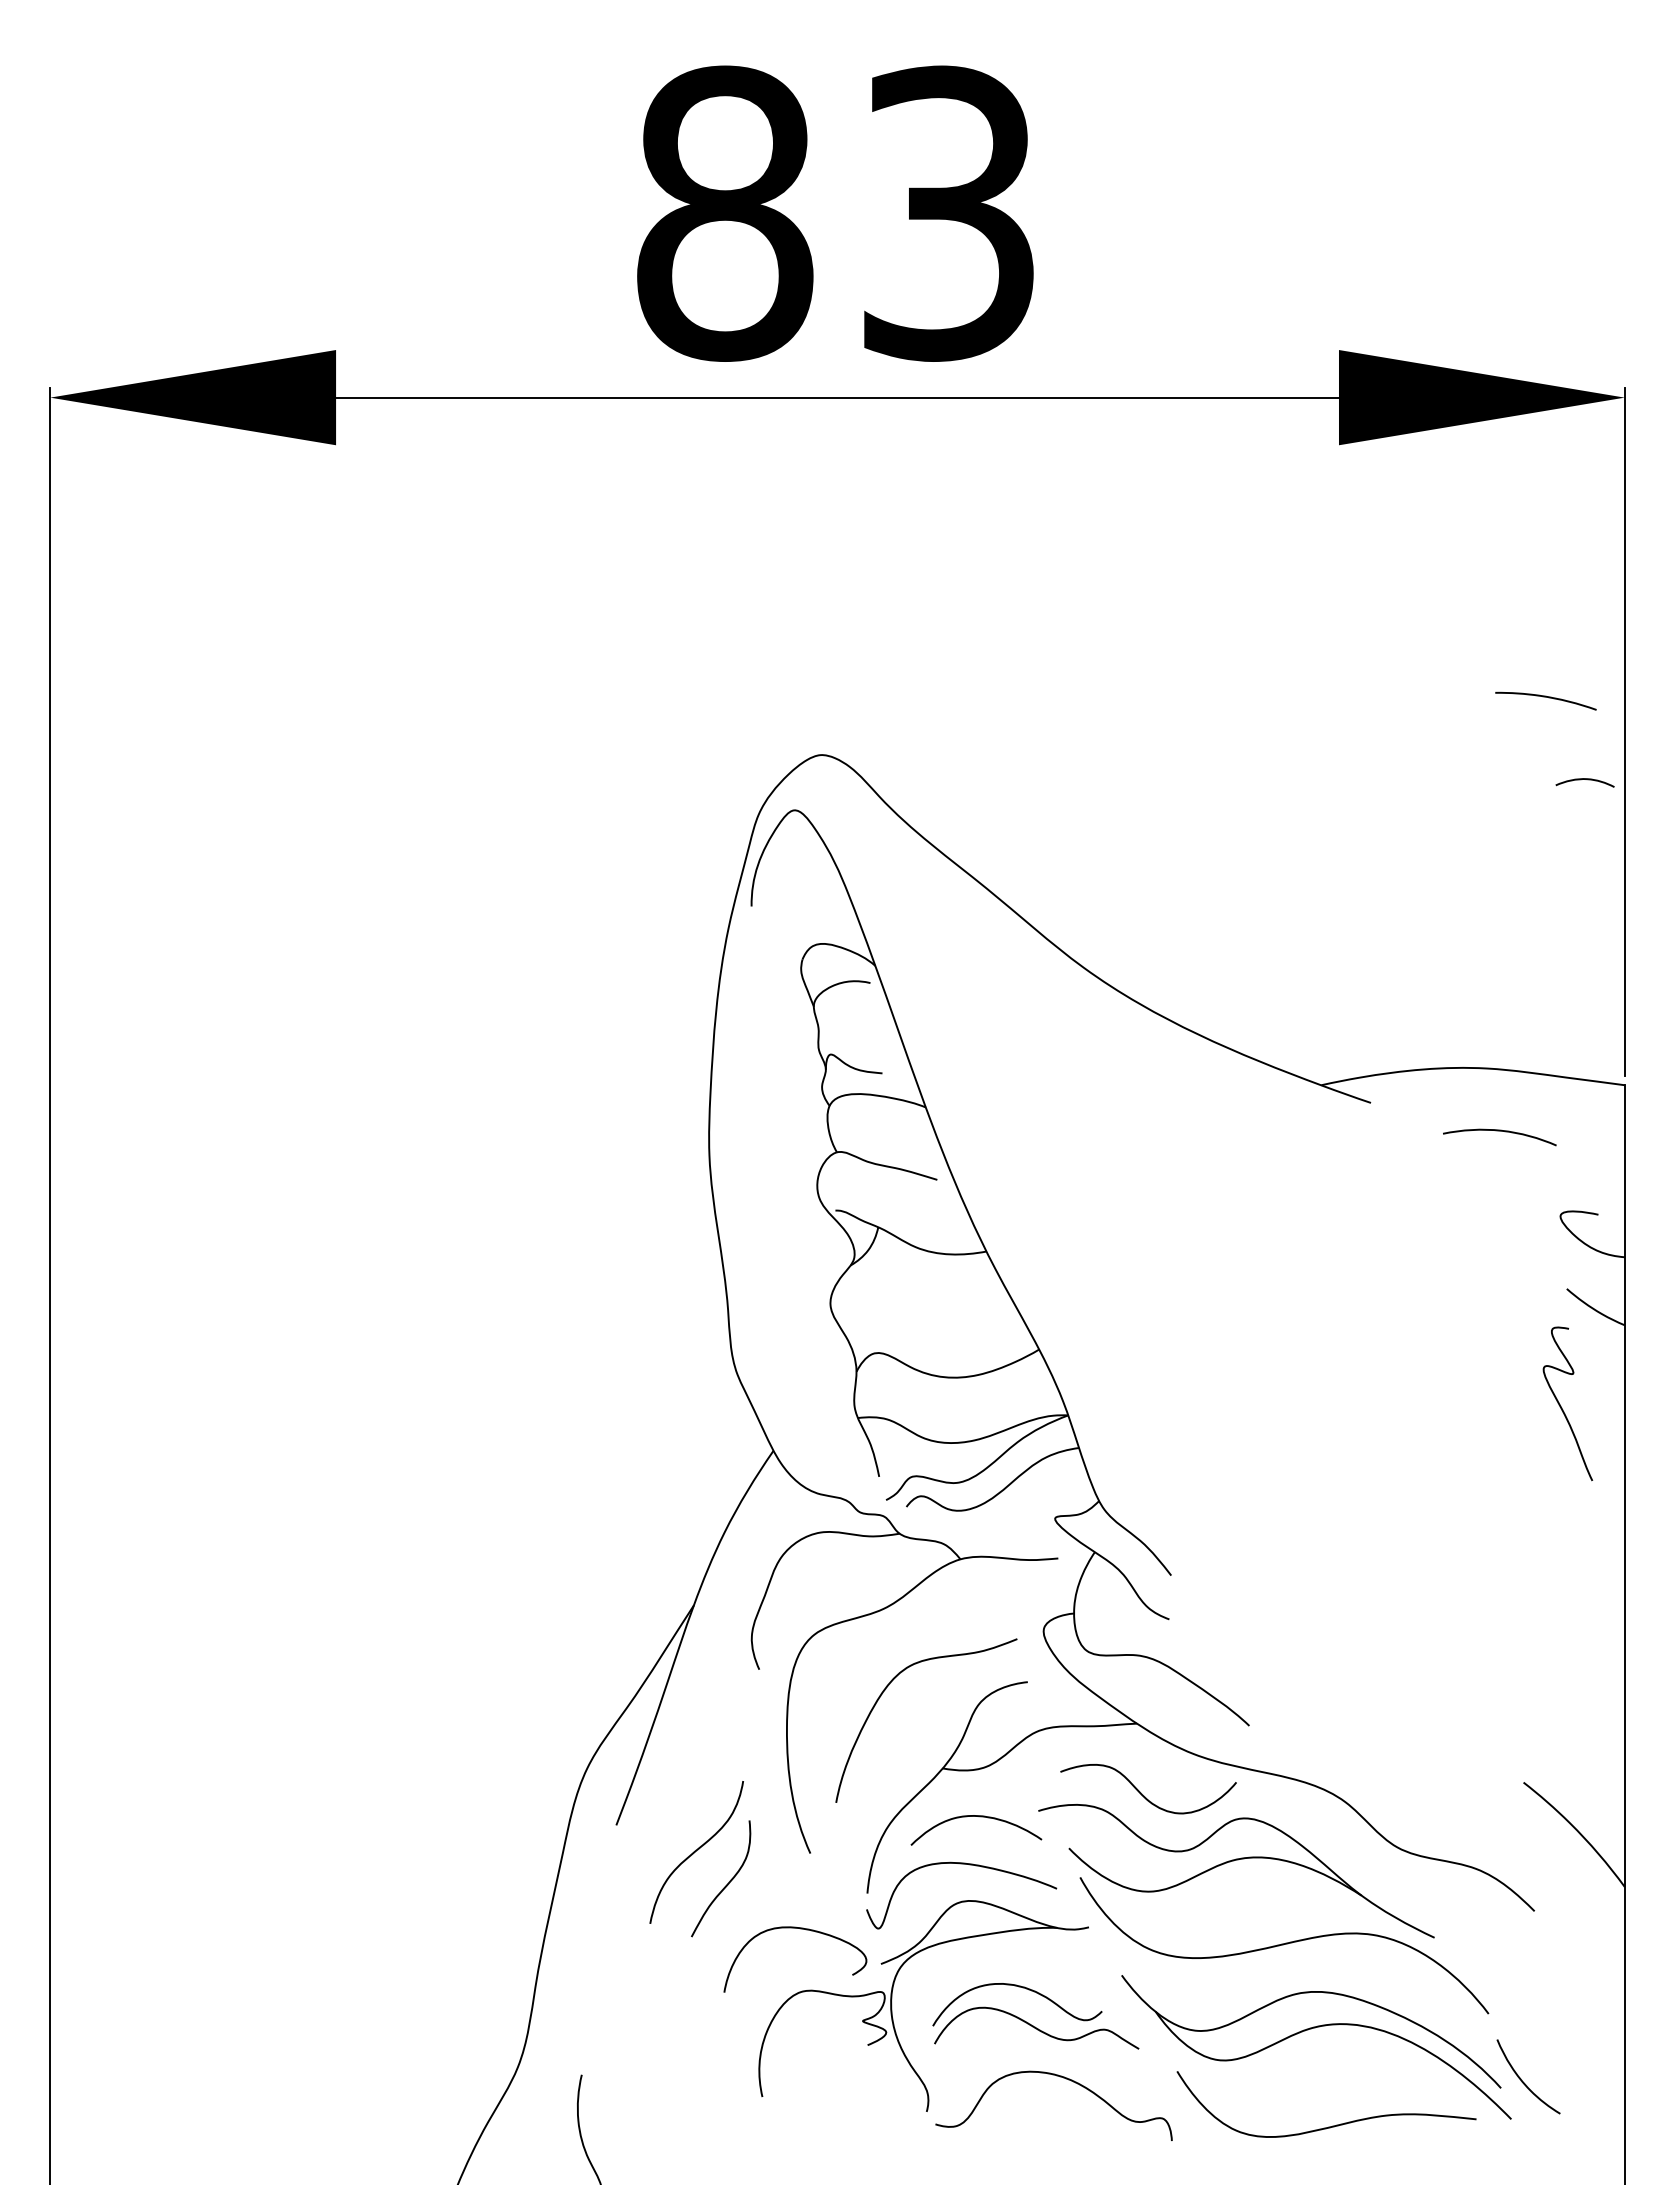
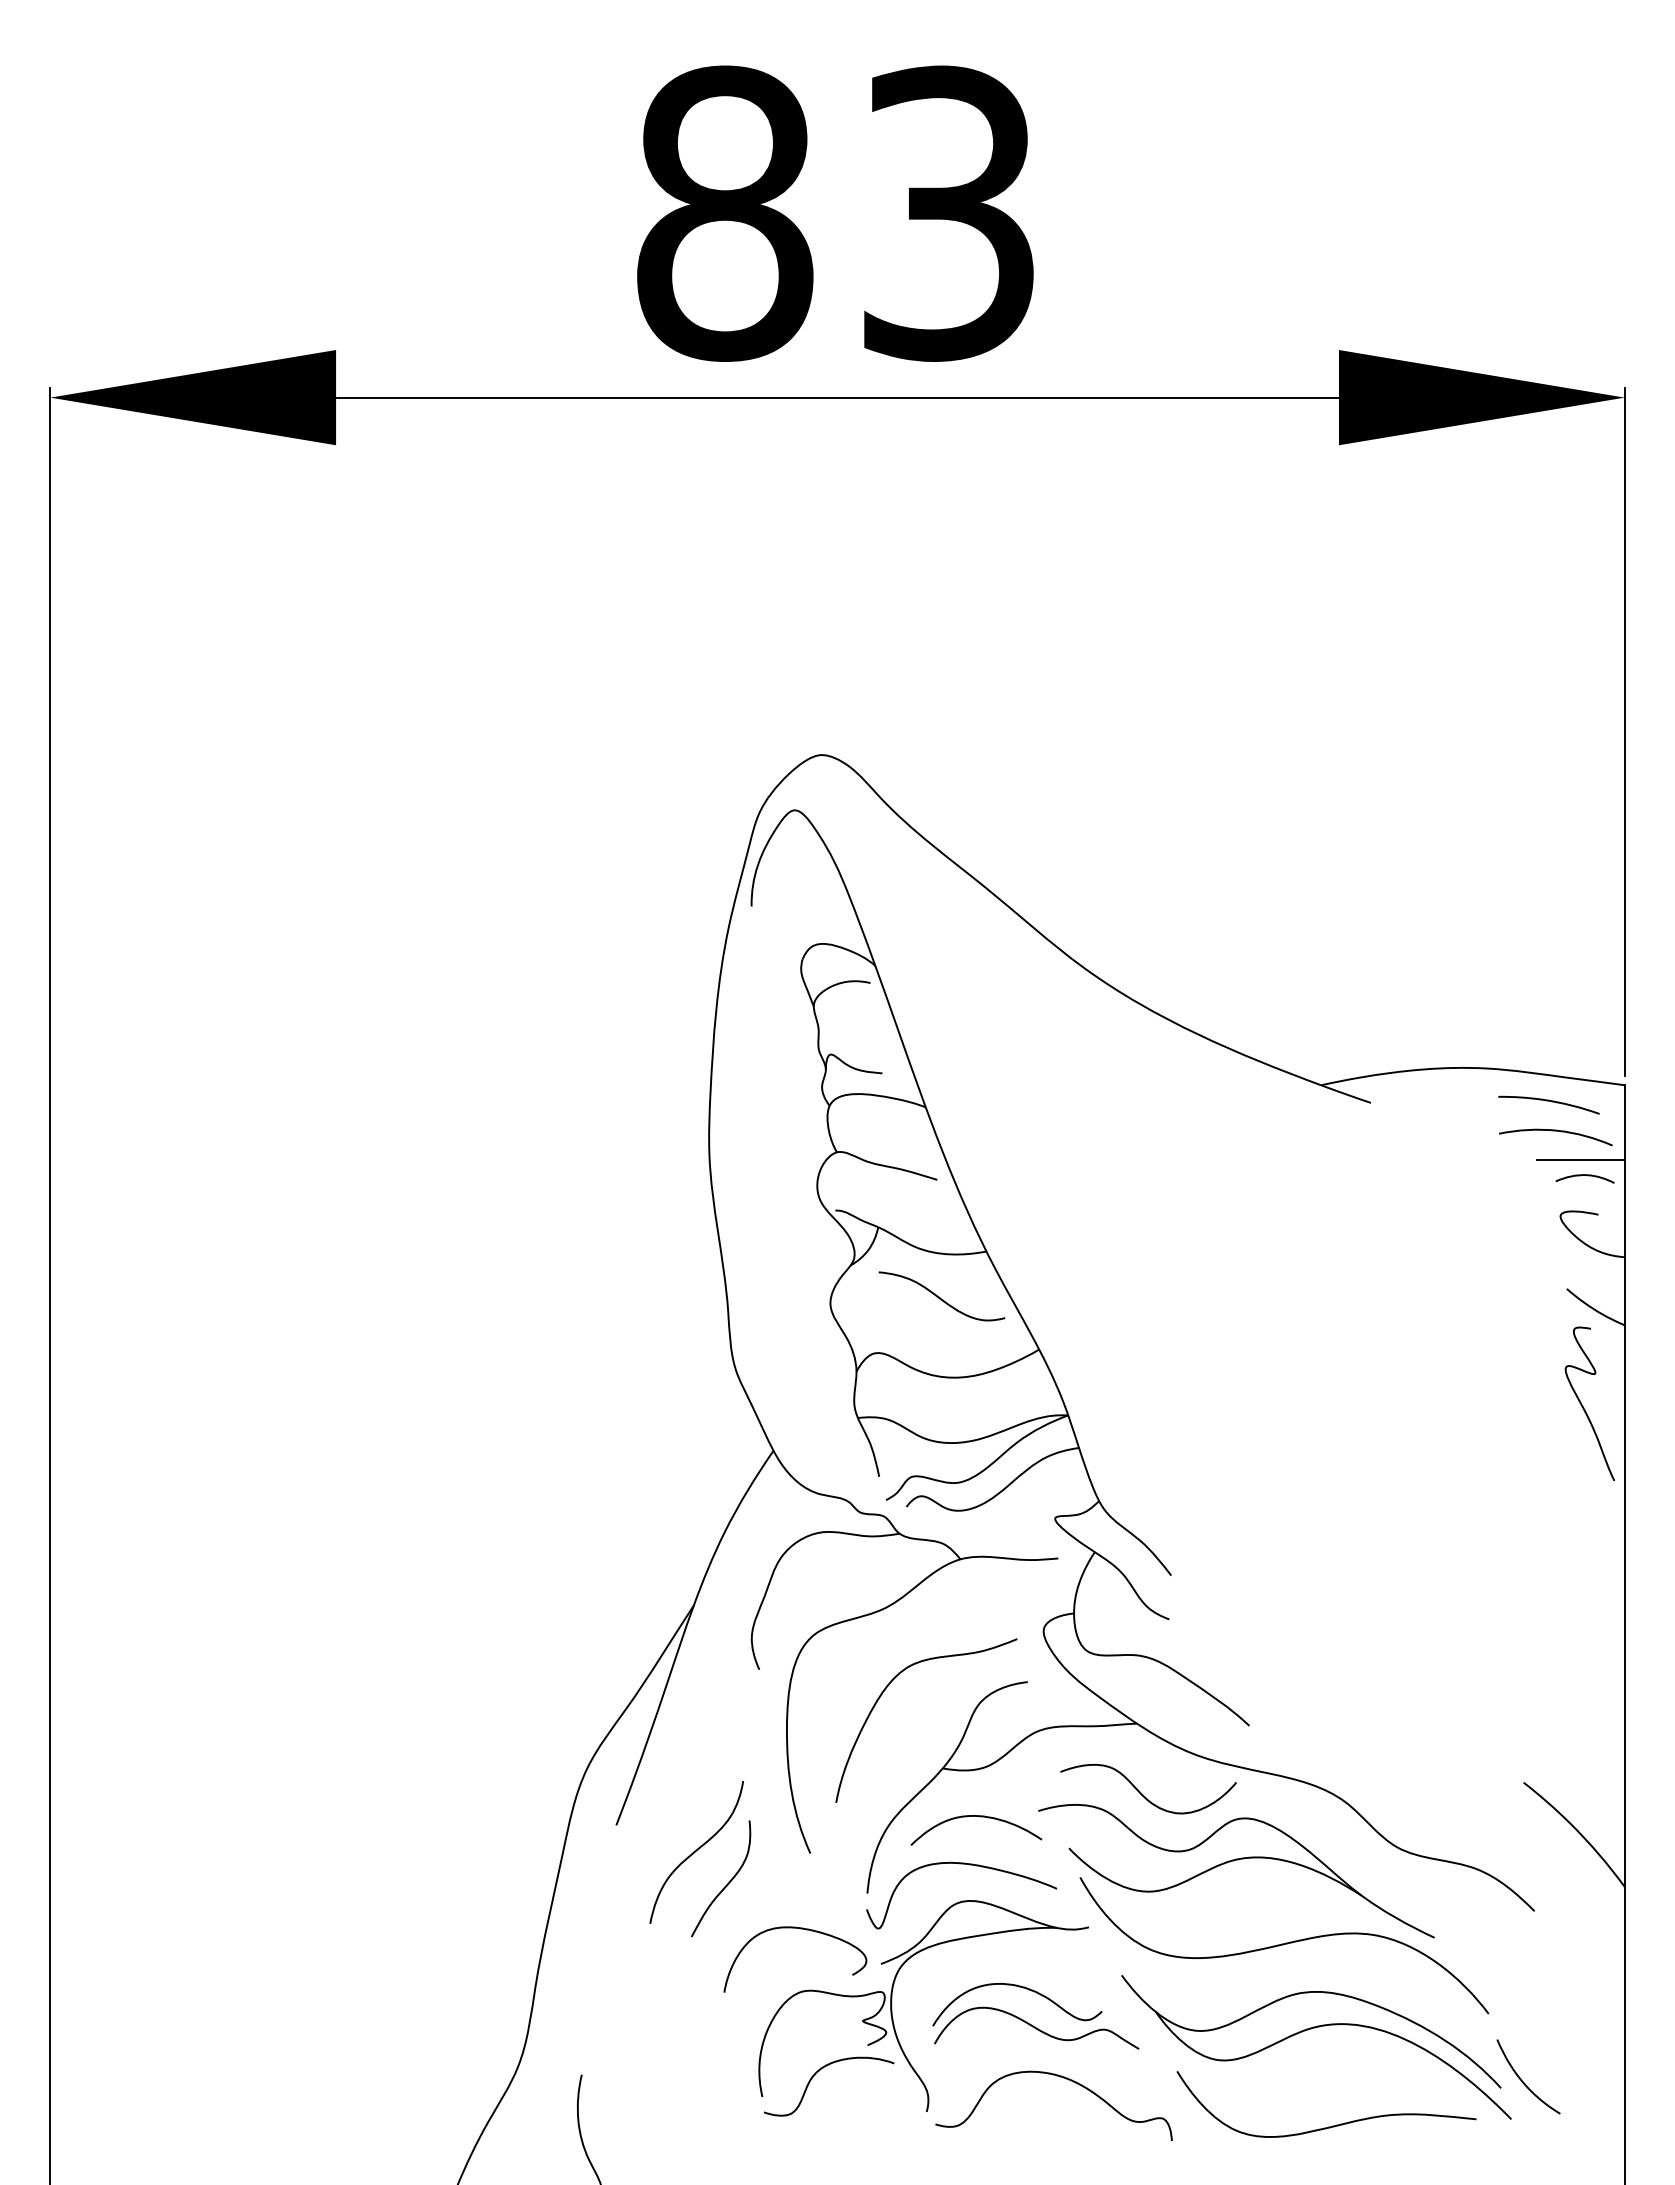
curve at (1545, 697) position: (1545, 697) -> (1548, 1101)
curve at (1584, 779) position: (1584, 779) -> (1584, 1175)
curve at (1499, 1131) position: (1499, 1131) -> (1555, 1131)
line at (1580, 1159): none -> present
curve at (940, 1297): none -> present
curve at (1562, 1407) position: (1562, 1407) -> (1584, 1407)
curve at (818, 2072): none -> present
